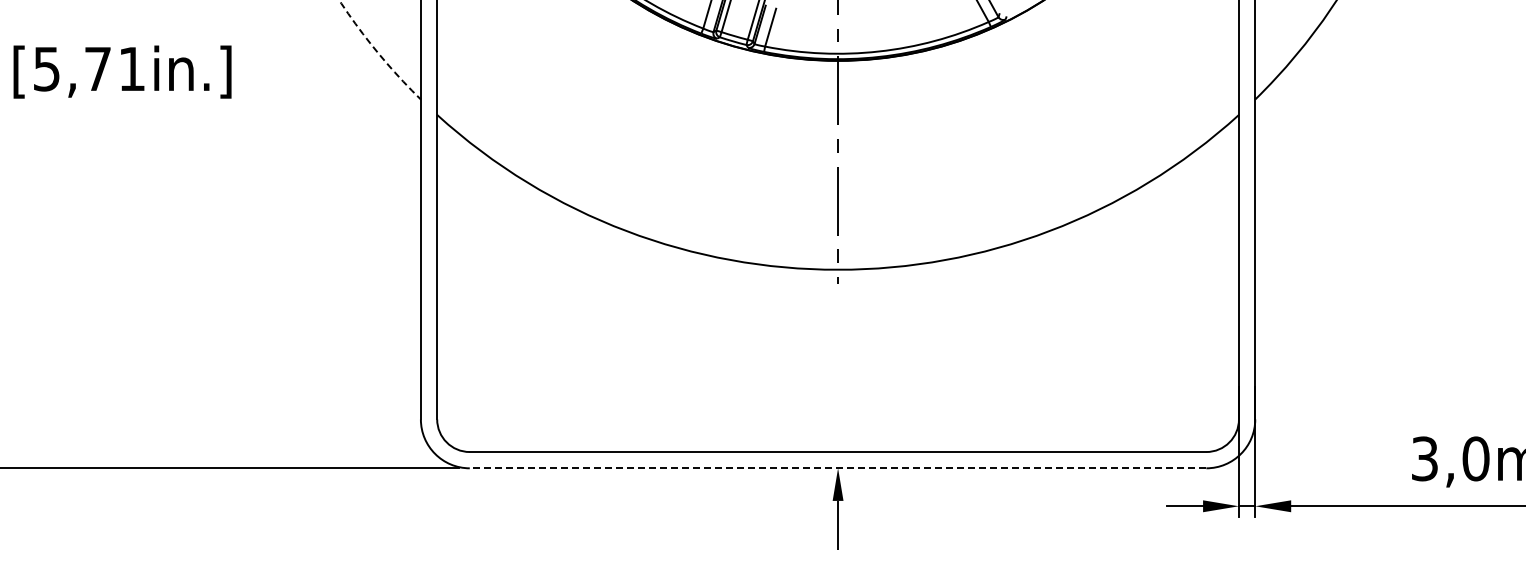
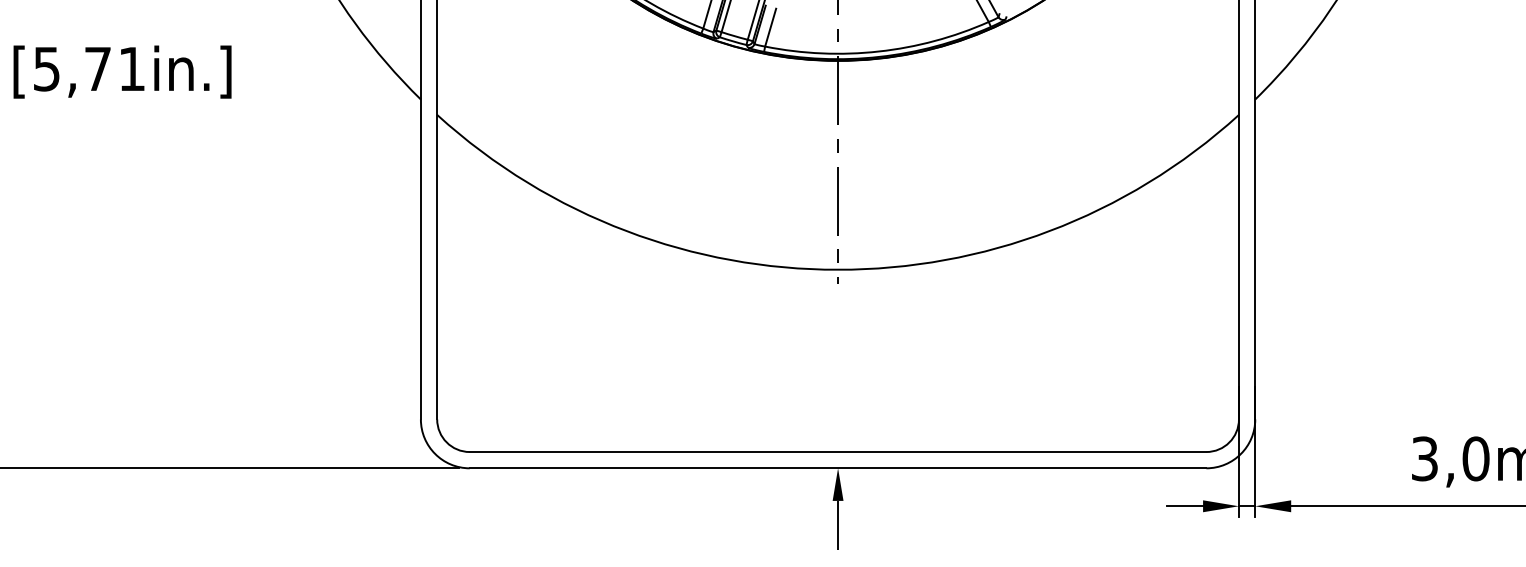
arc at (378, 52): dashed -> solid
line at (837, 468): dashed -> solid
